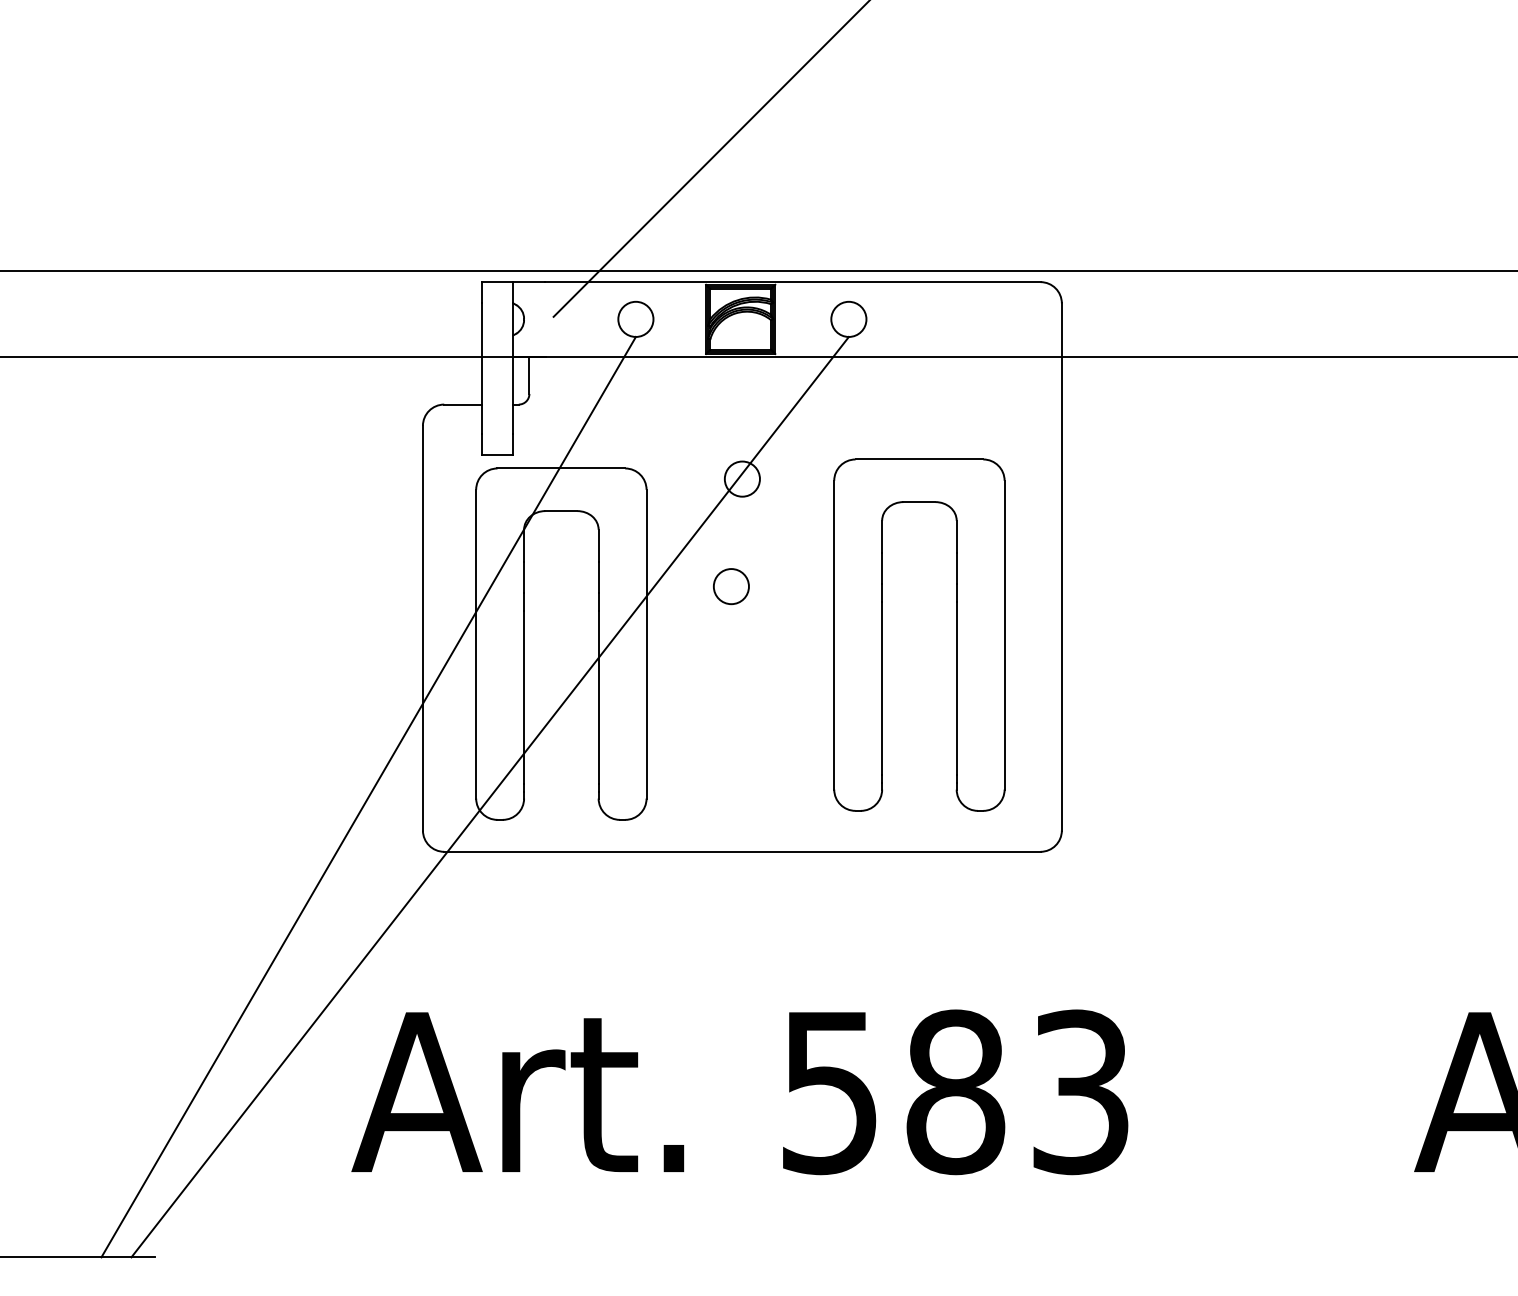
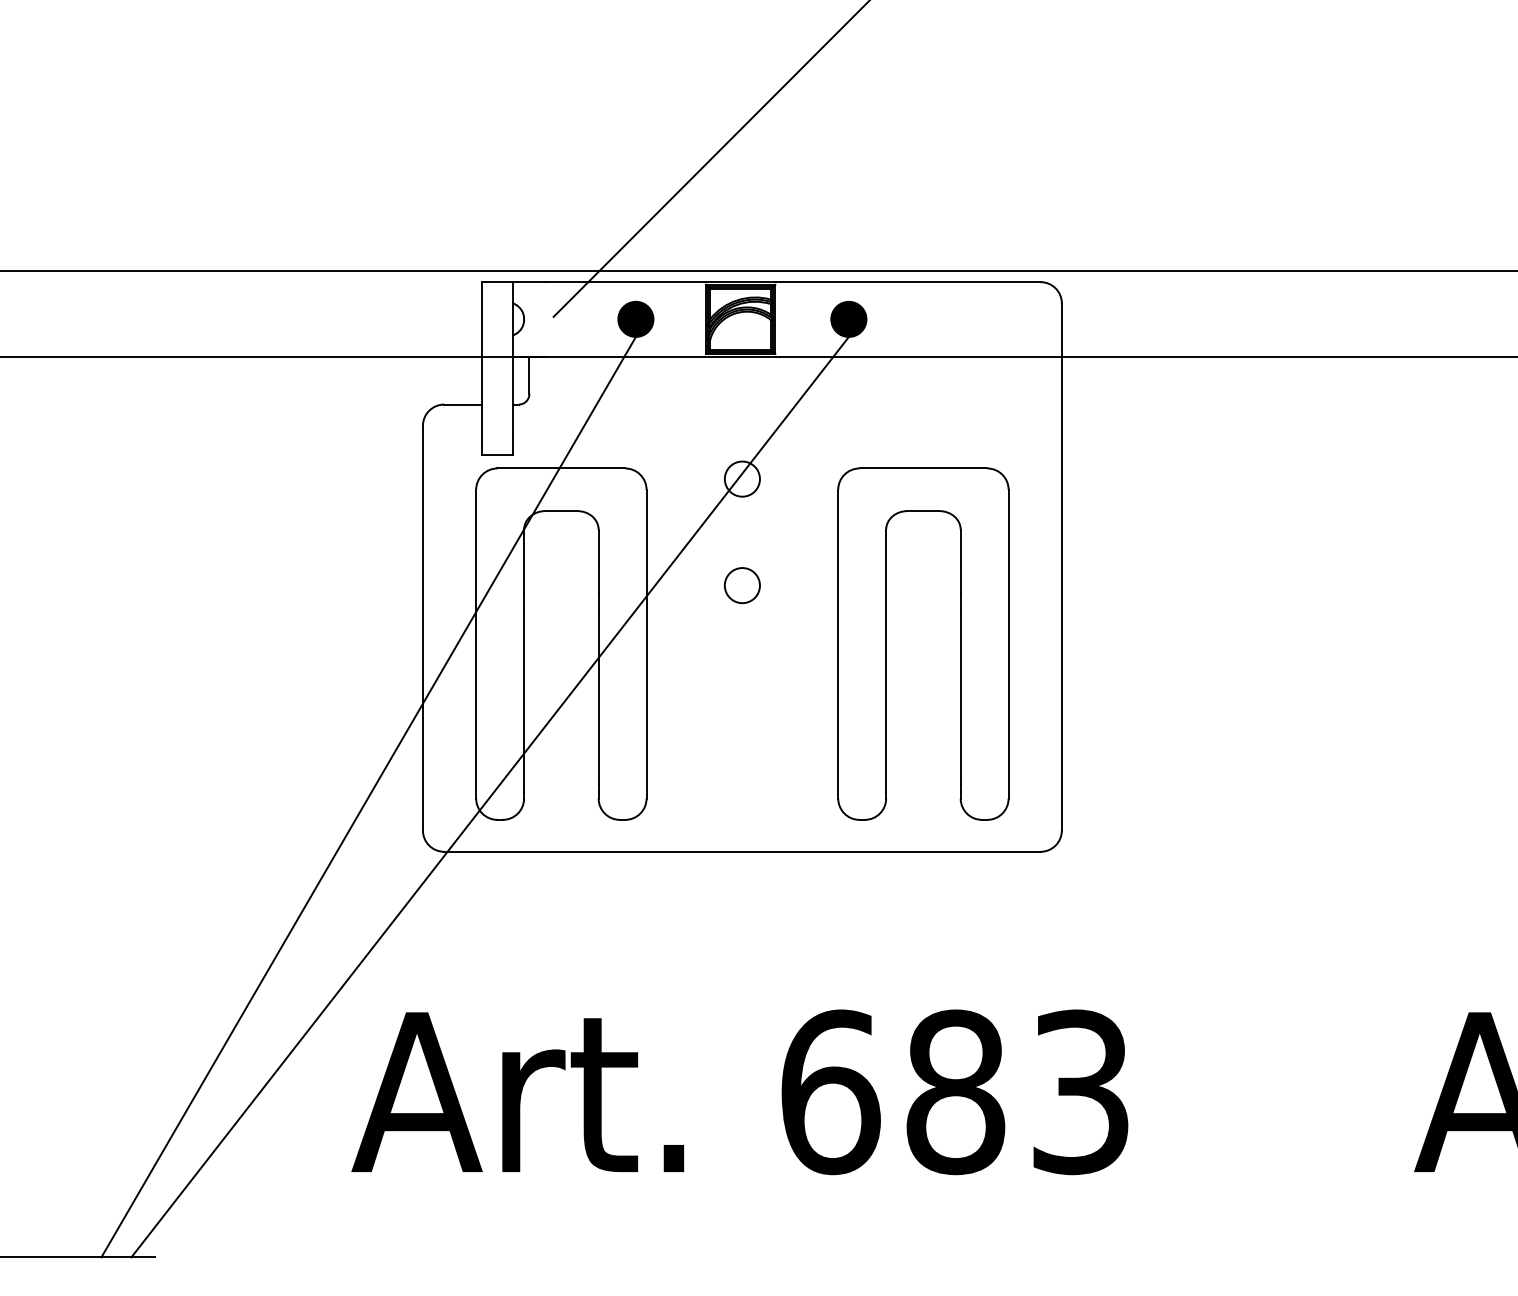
fill at (635, 318): none -> present
fill at (848, 318): none -> present
circle at (731, 586) position: (731, 586) -> (742, 585)
part at (882, 634) position: (882, 634) -> (886, 643)
text at (830, 1092): 583 -> 683
